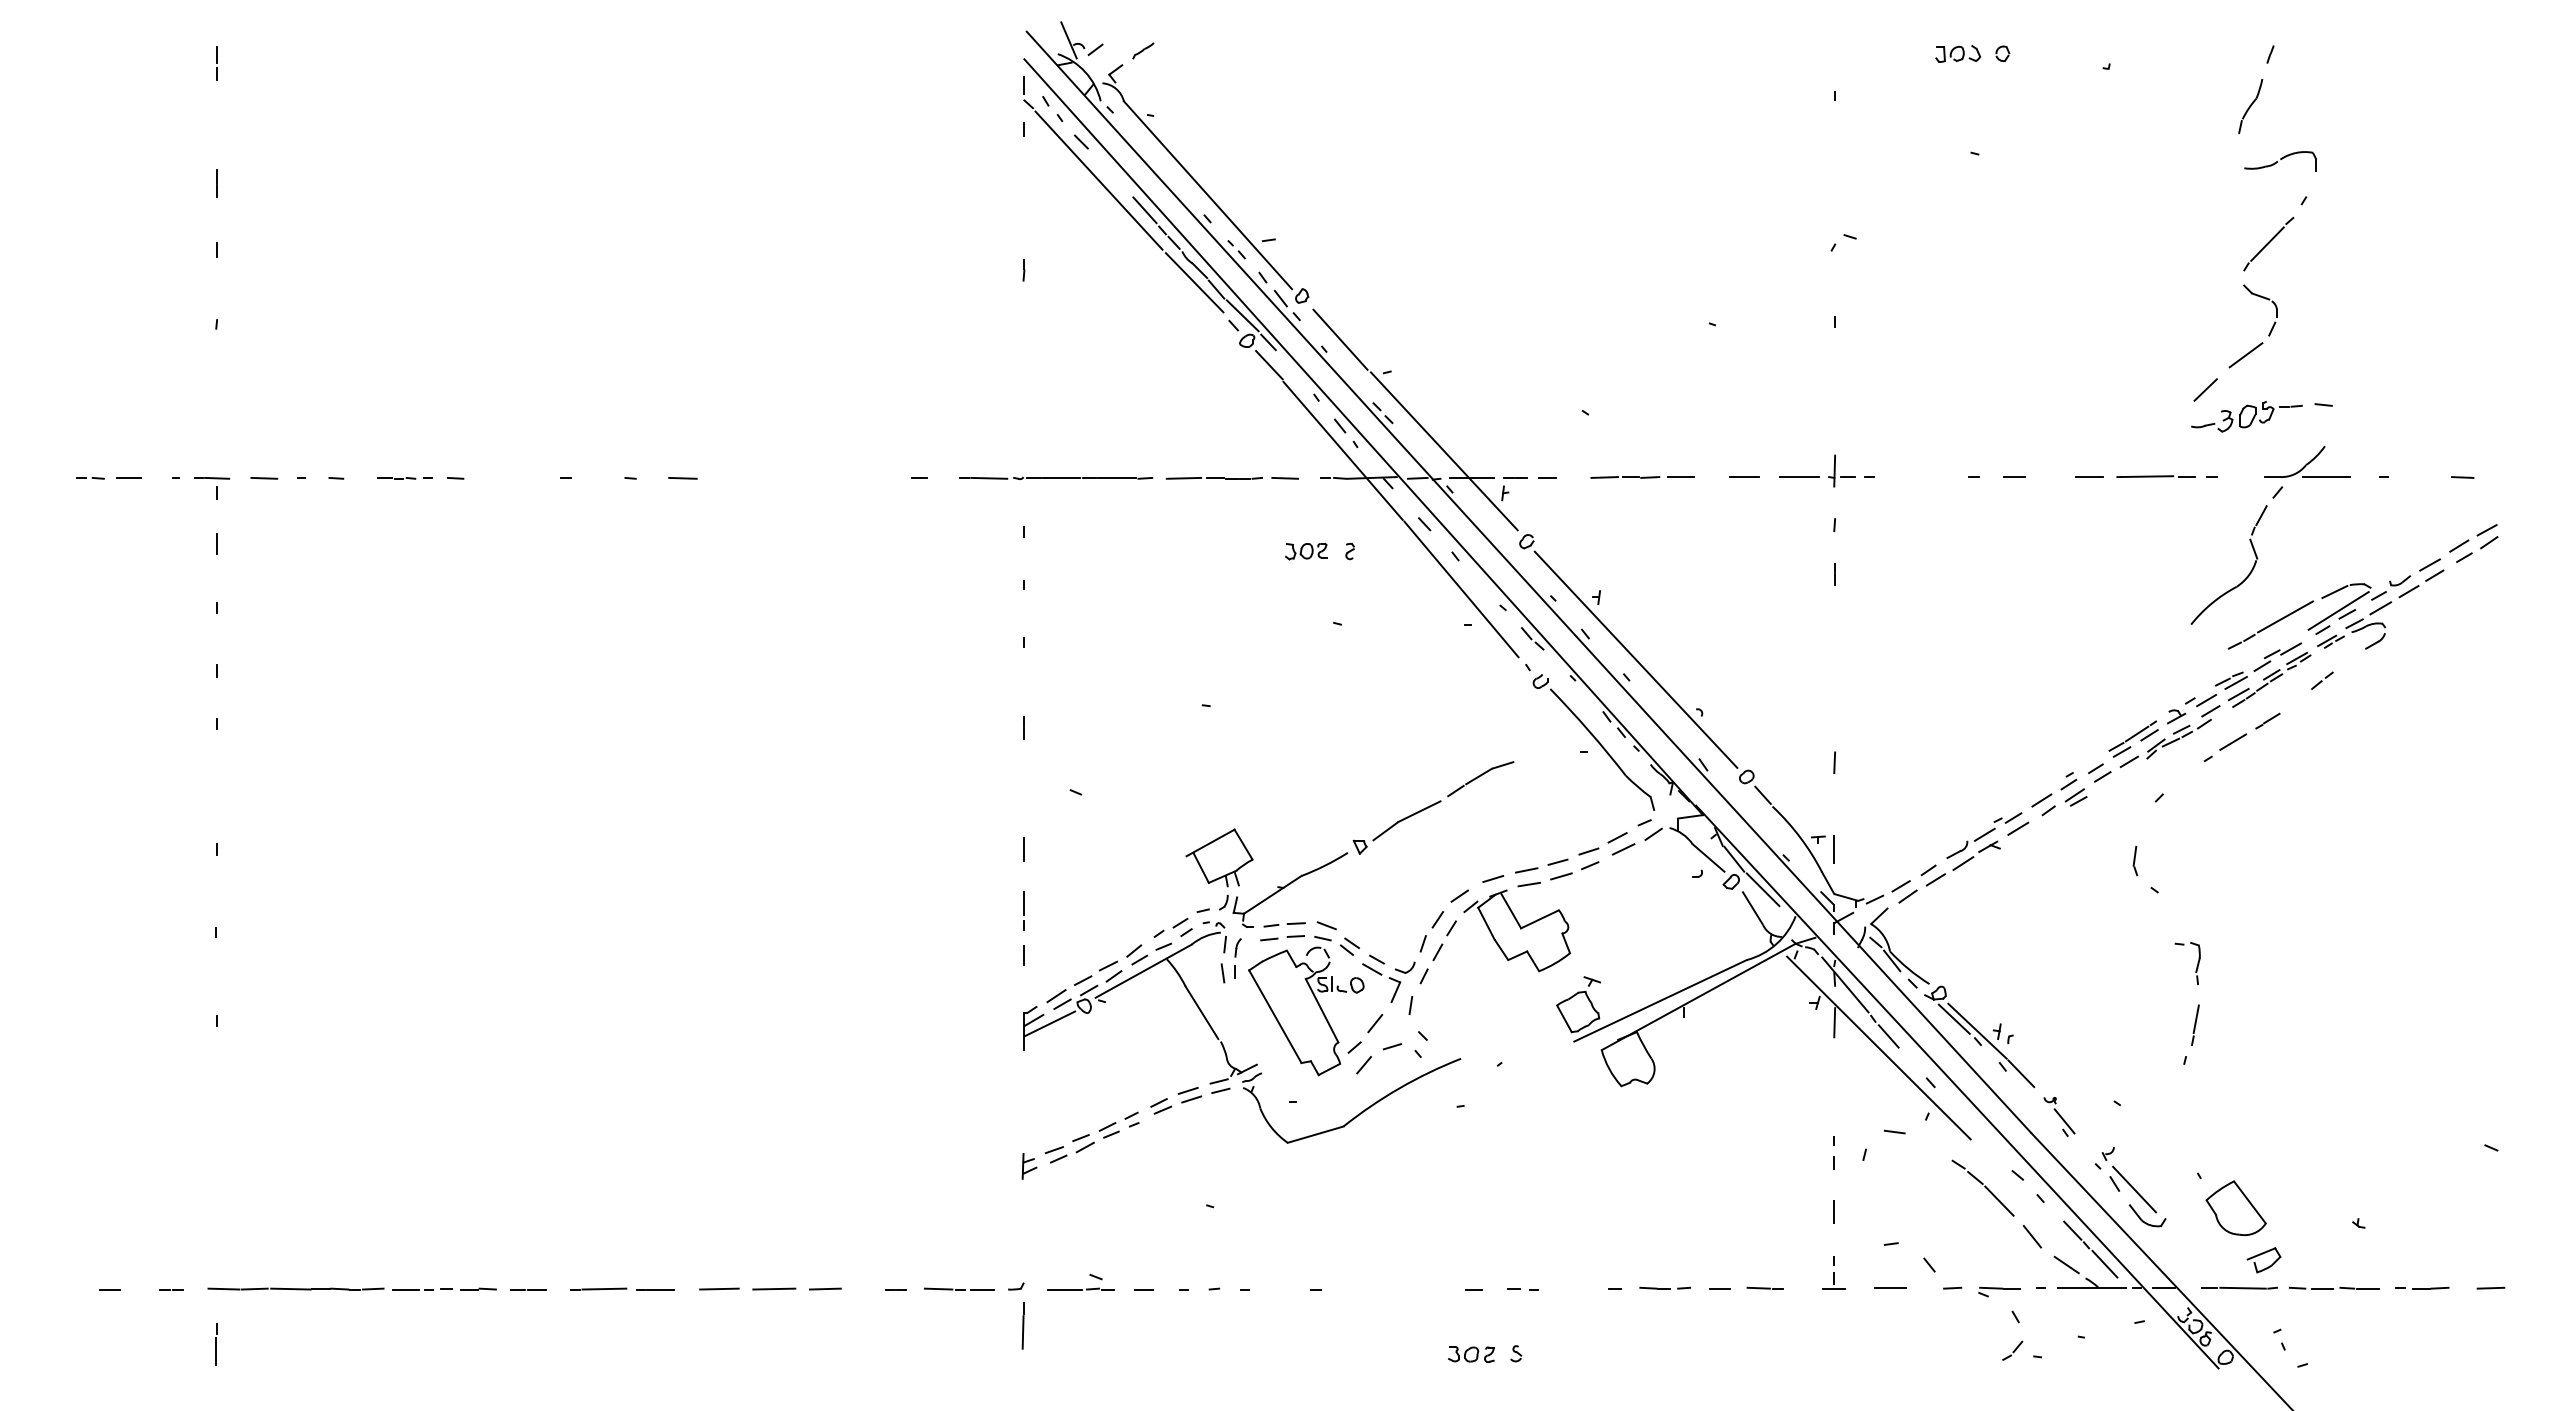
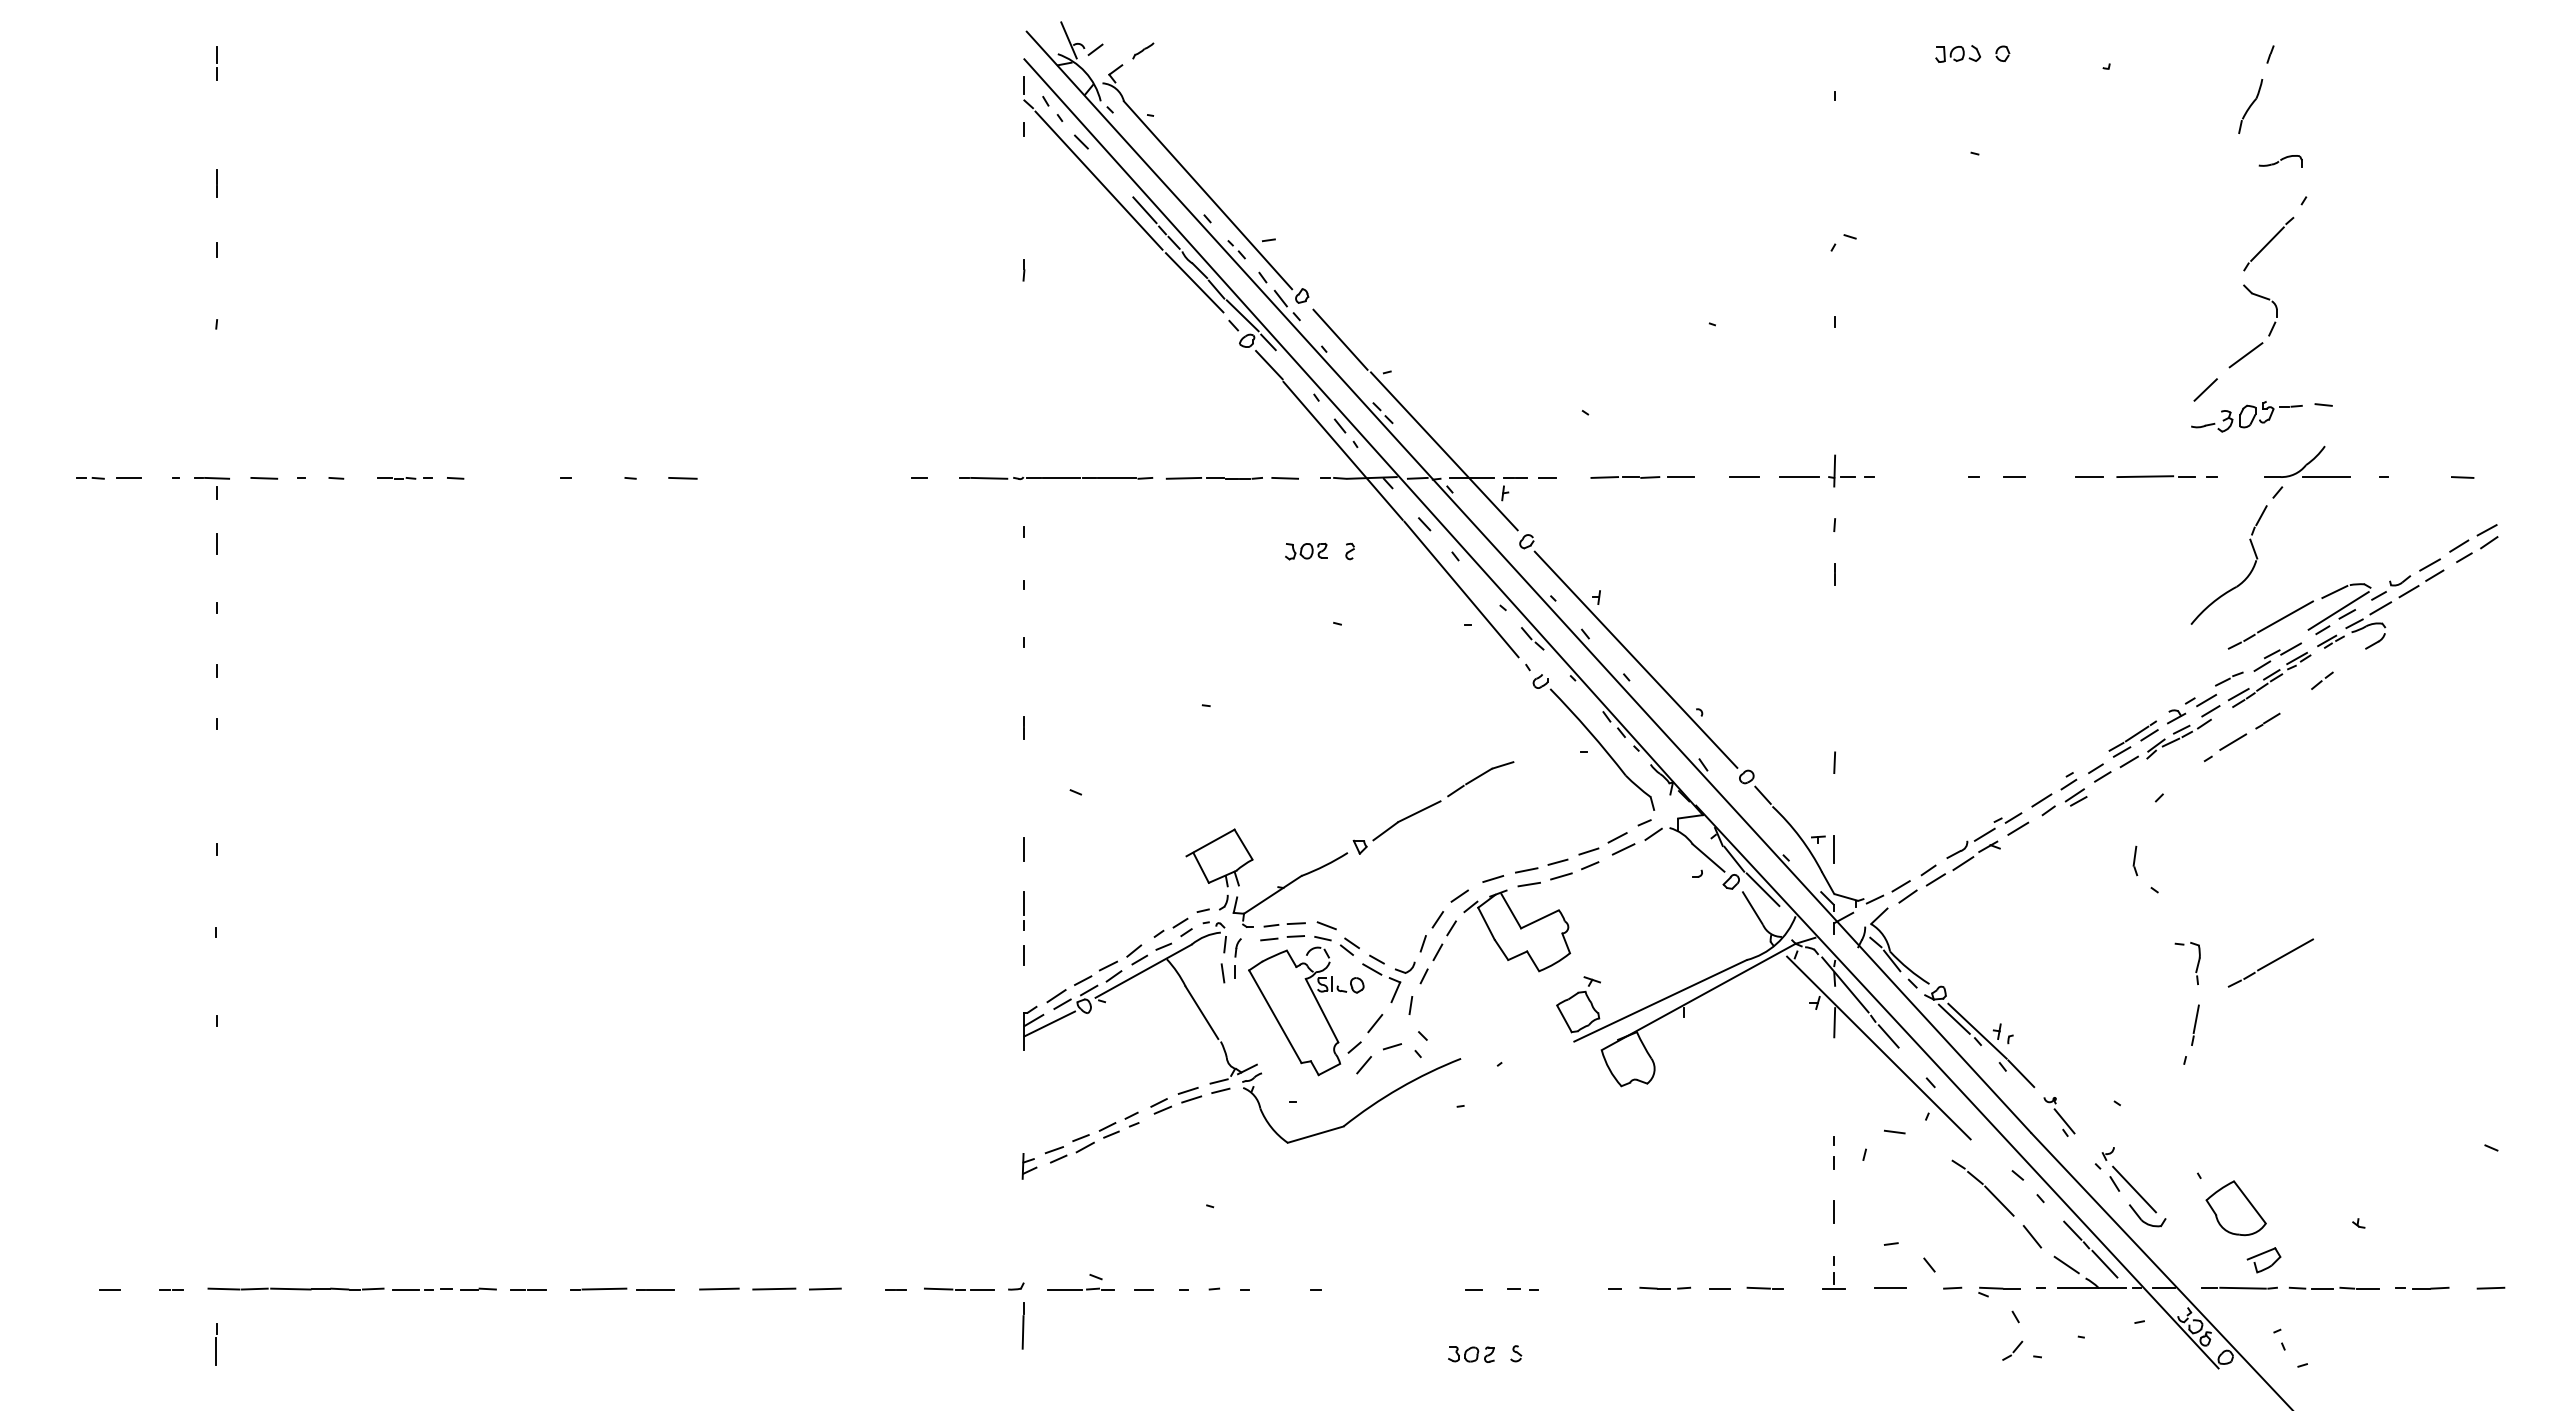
part at (2280, 161) size: 73x21 px -> 45x13 px
line at (2235, 682): present -> none
part at (2270, 962): none -> present
